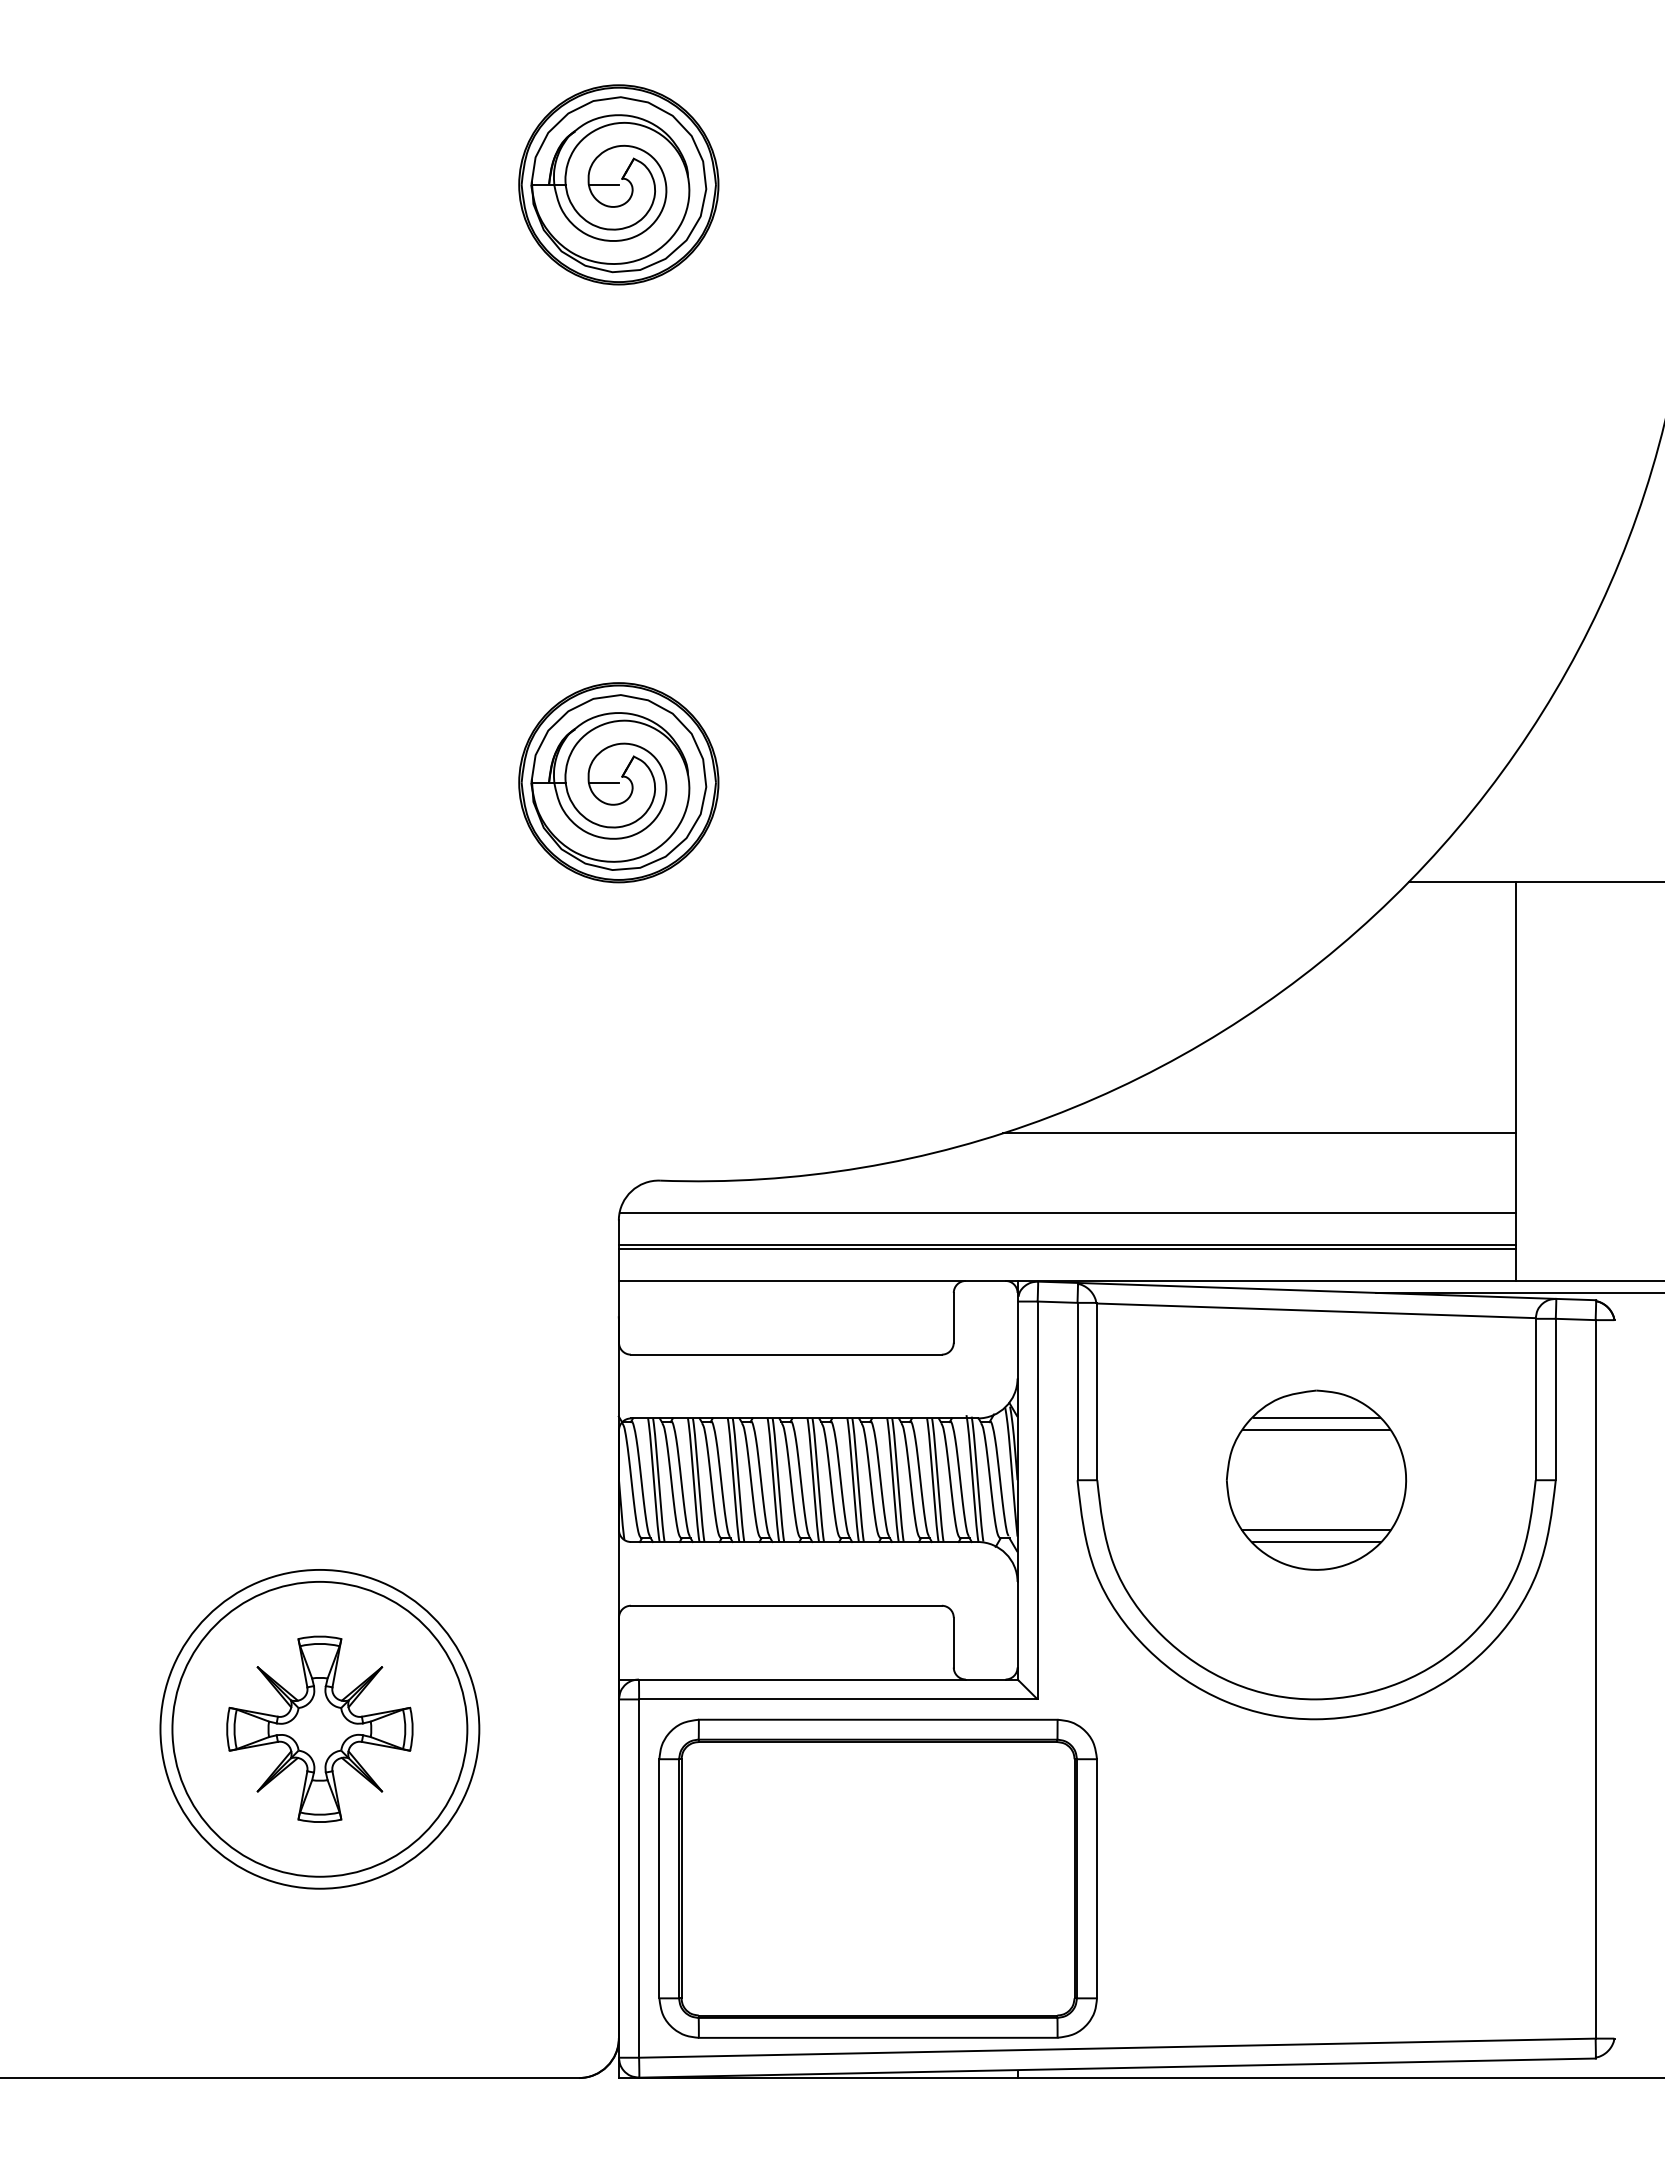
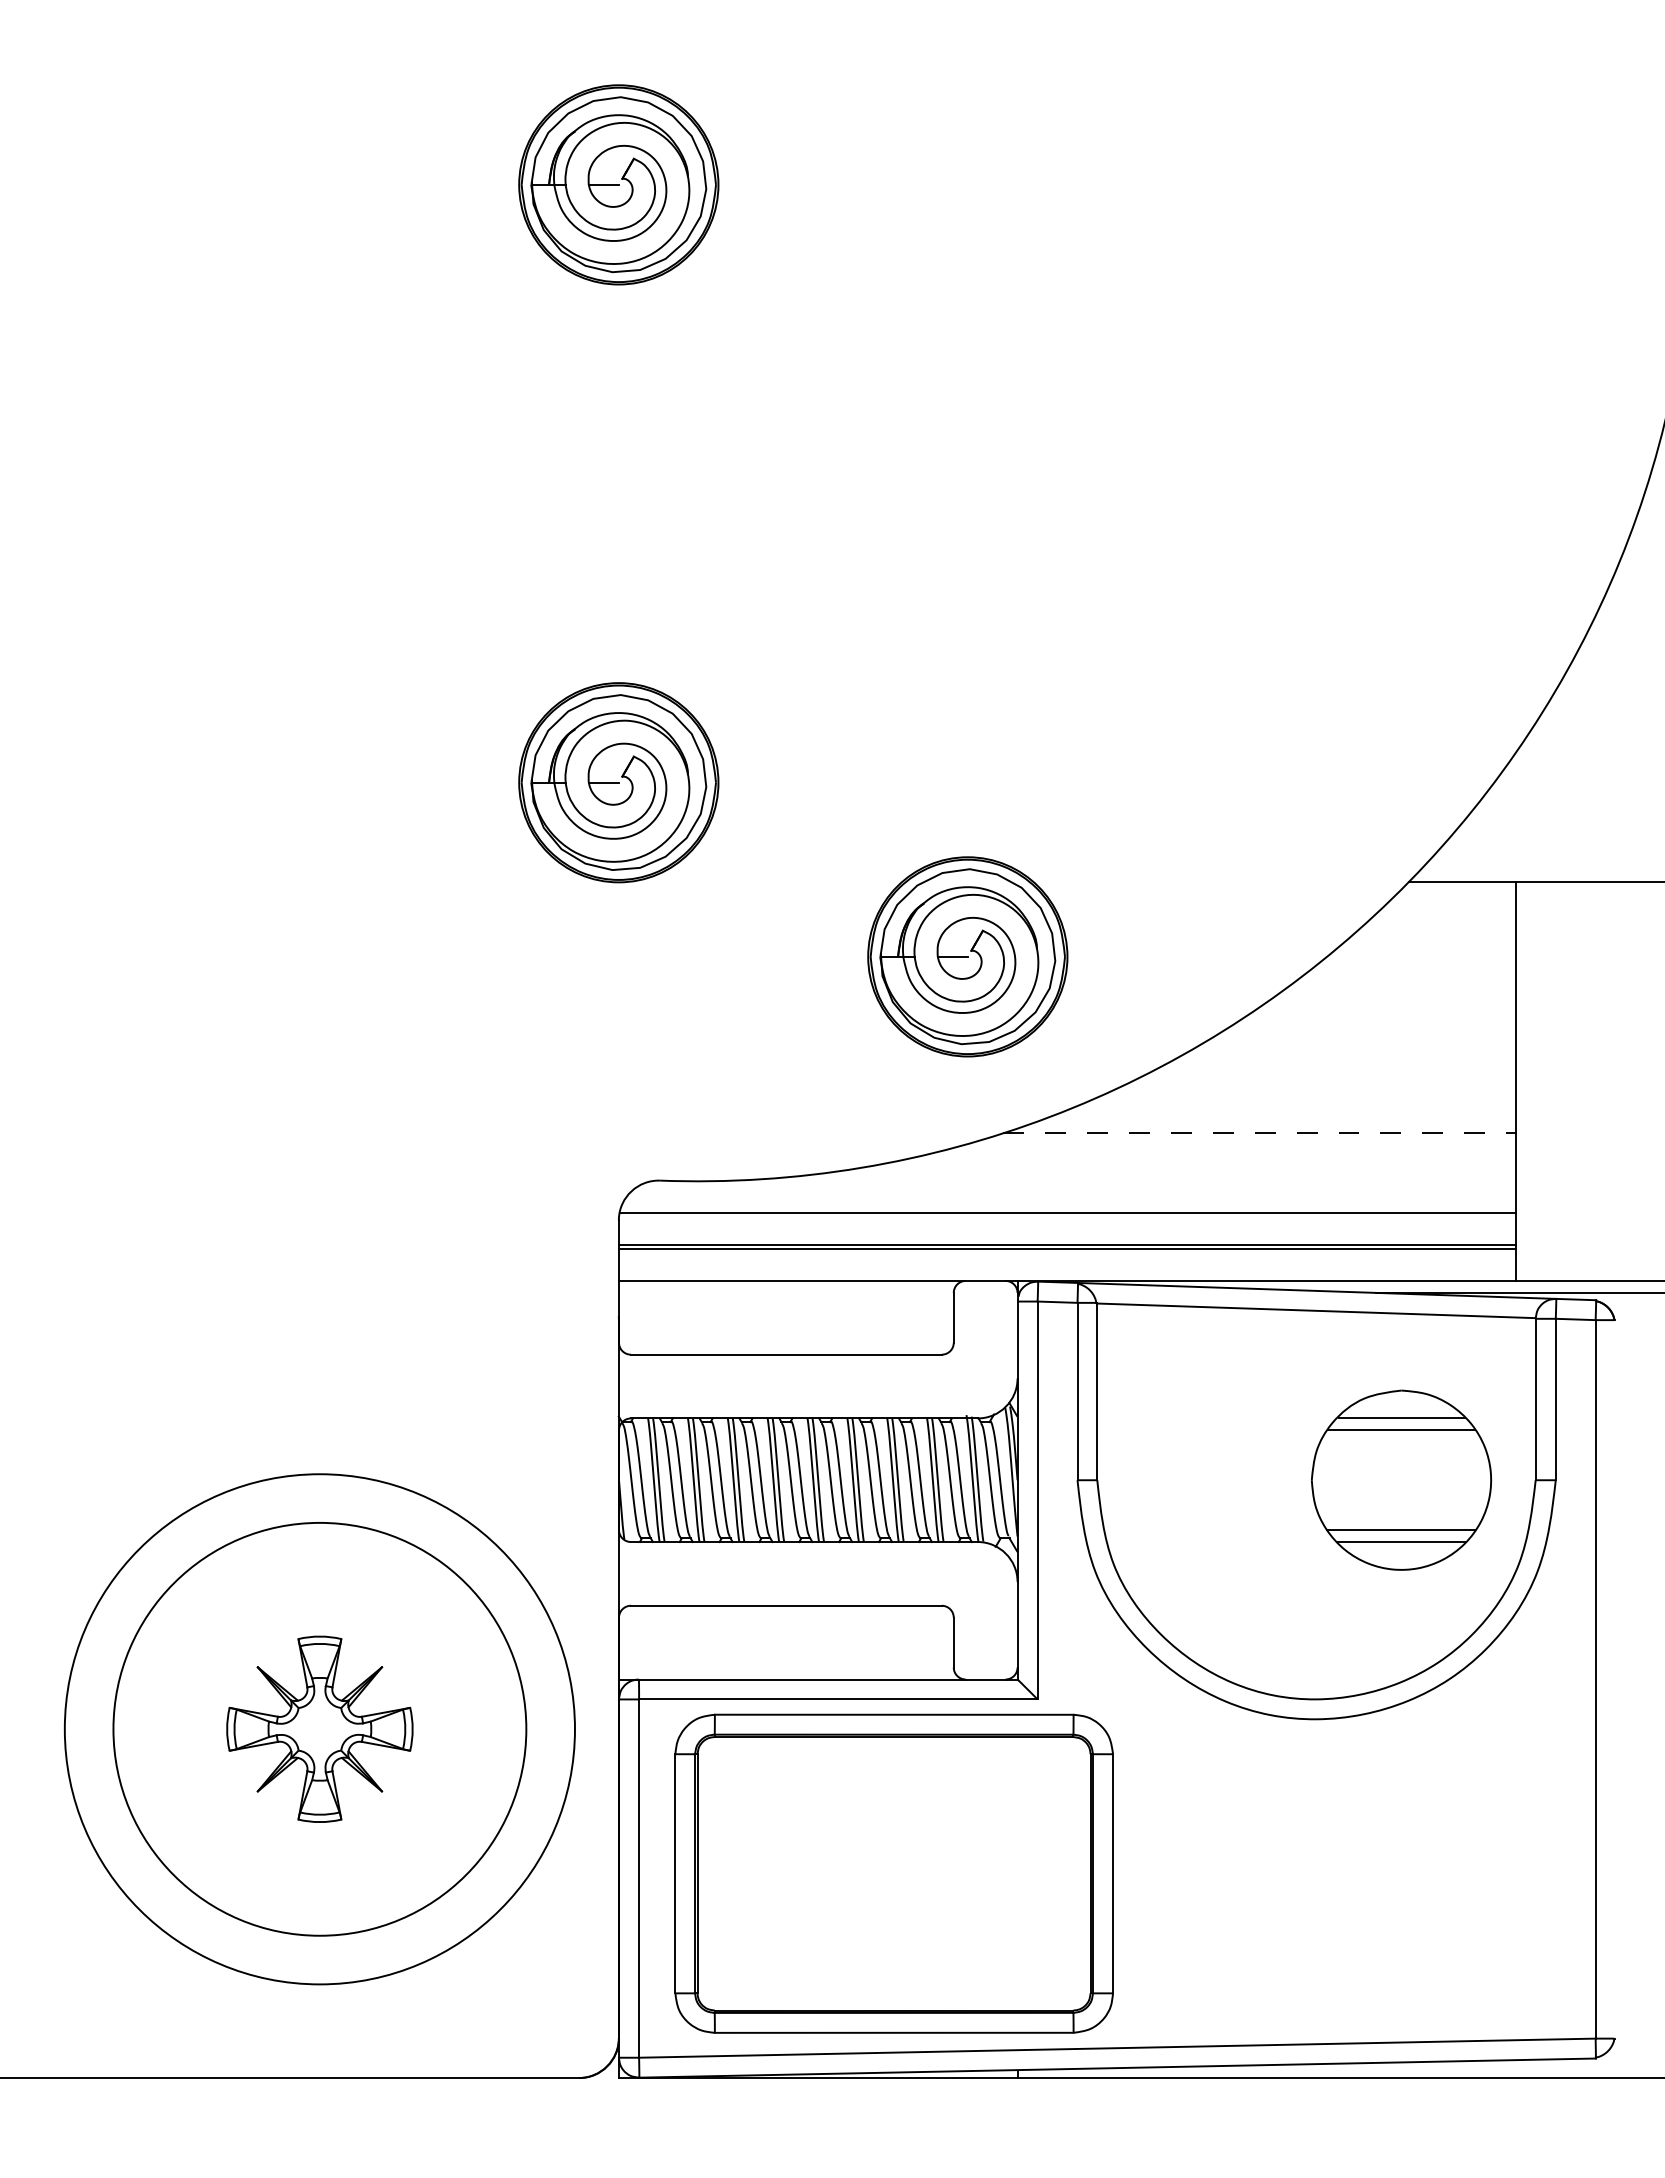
part at (967, 956): none -> present
line at (1259, 1133): solid -> dashed
part at (1316, 1479) position: (1316, 1479) -> (1401, 1479)
circle at (319, 1728) diameter: 295 px -> 413 px
circle at (319, 1728) diameter: 319 px -> 510 px
part at (877, 1878) position: (877, 1878) -> (893, 1873)
